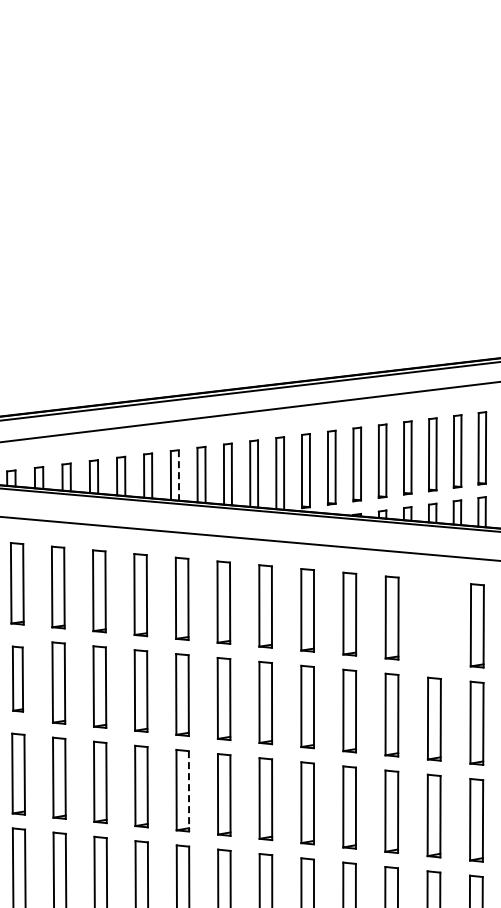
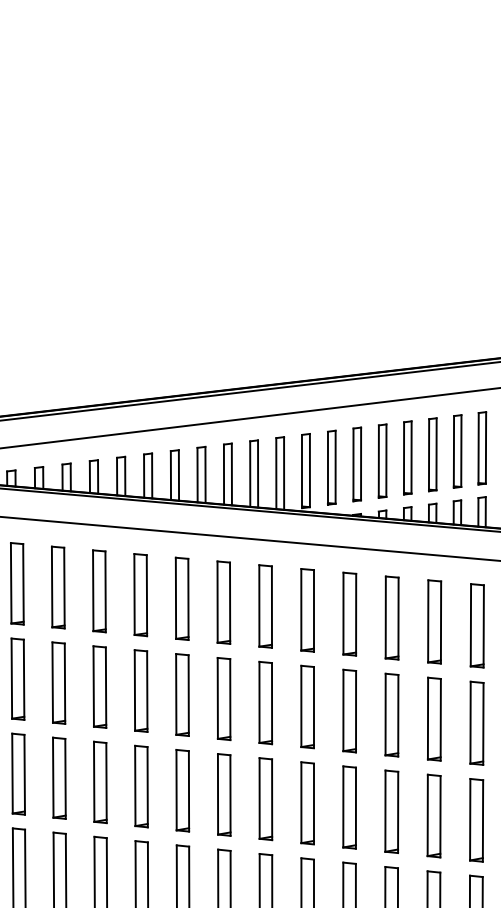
line at (249, 412) position: (249, 412) -> (249, 418)
line at (178, 475): dashed -> solid
part at (434, 621): none -> present
part at (17, 678) size: 14x68 px -> 16x84 px
line at (189, 791): dashed -> solid
